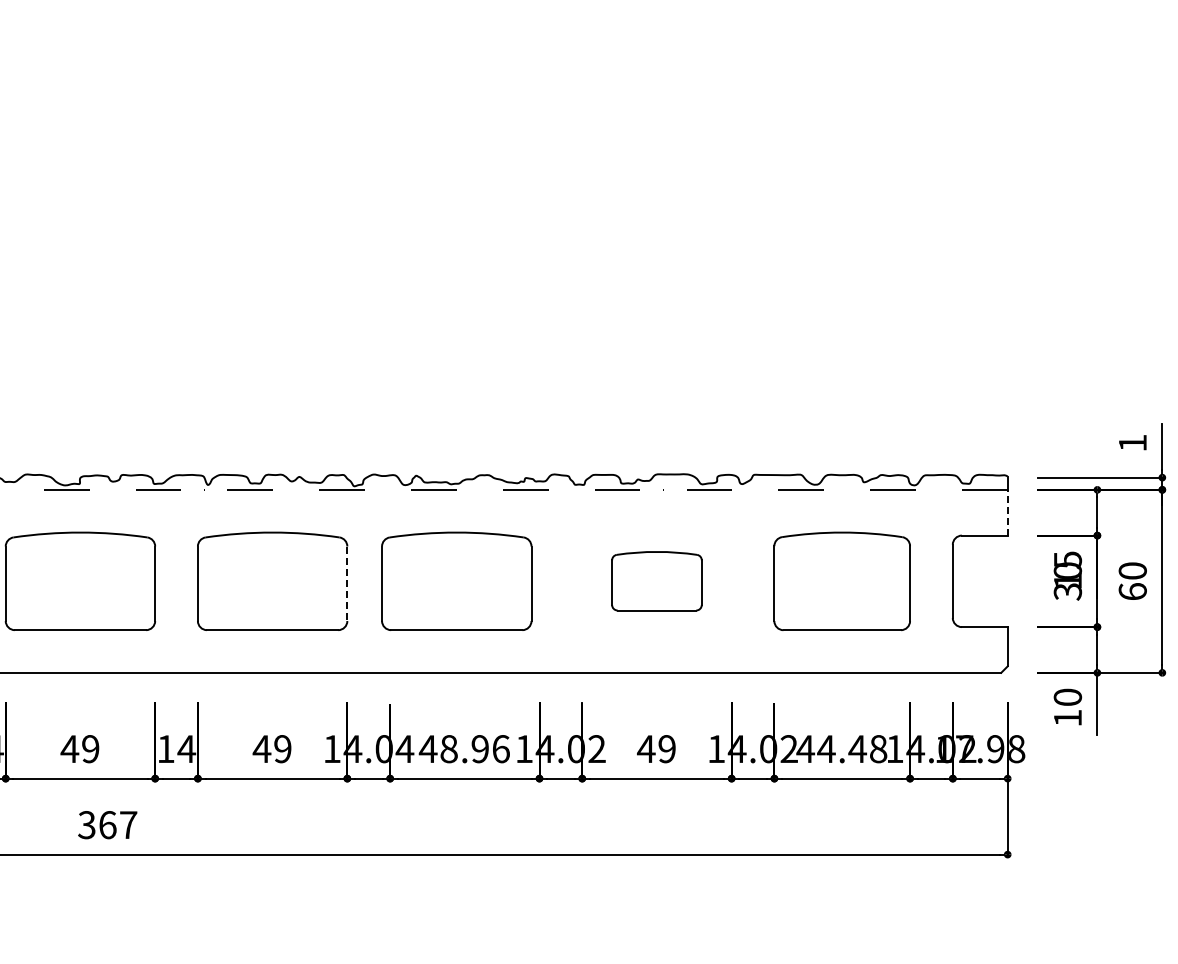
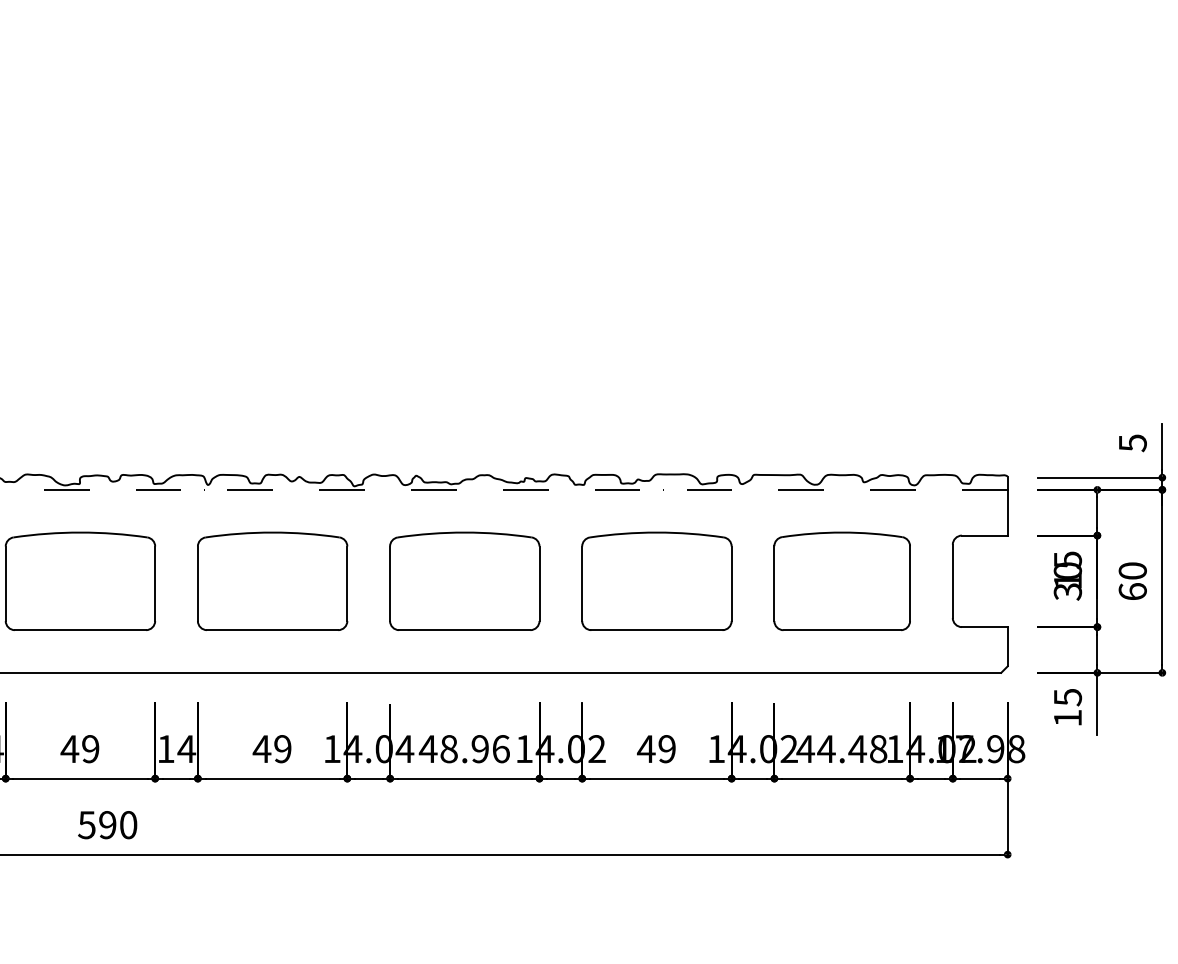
text at (1132, 443): 1 -> 5
line at (1007, 512): dashed -> solid
part at (456, 580) position: (456, 580) -> (464, 580)
part at (656, 581) size: 92x61 px -> 152x100 px
line at (347, 584): dashed -> solid
text at (1067, 697): 10 -> 15
text at (107, 825): 367 -> 590
